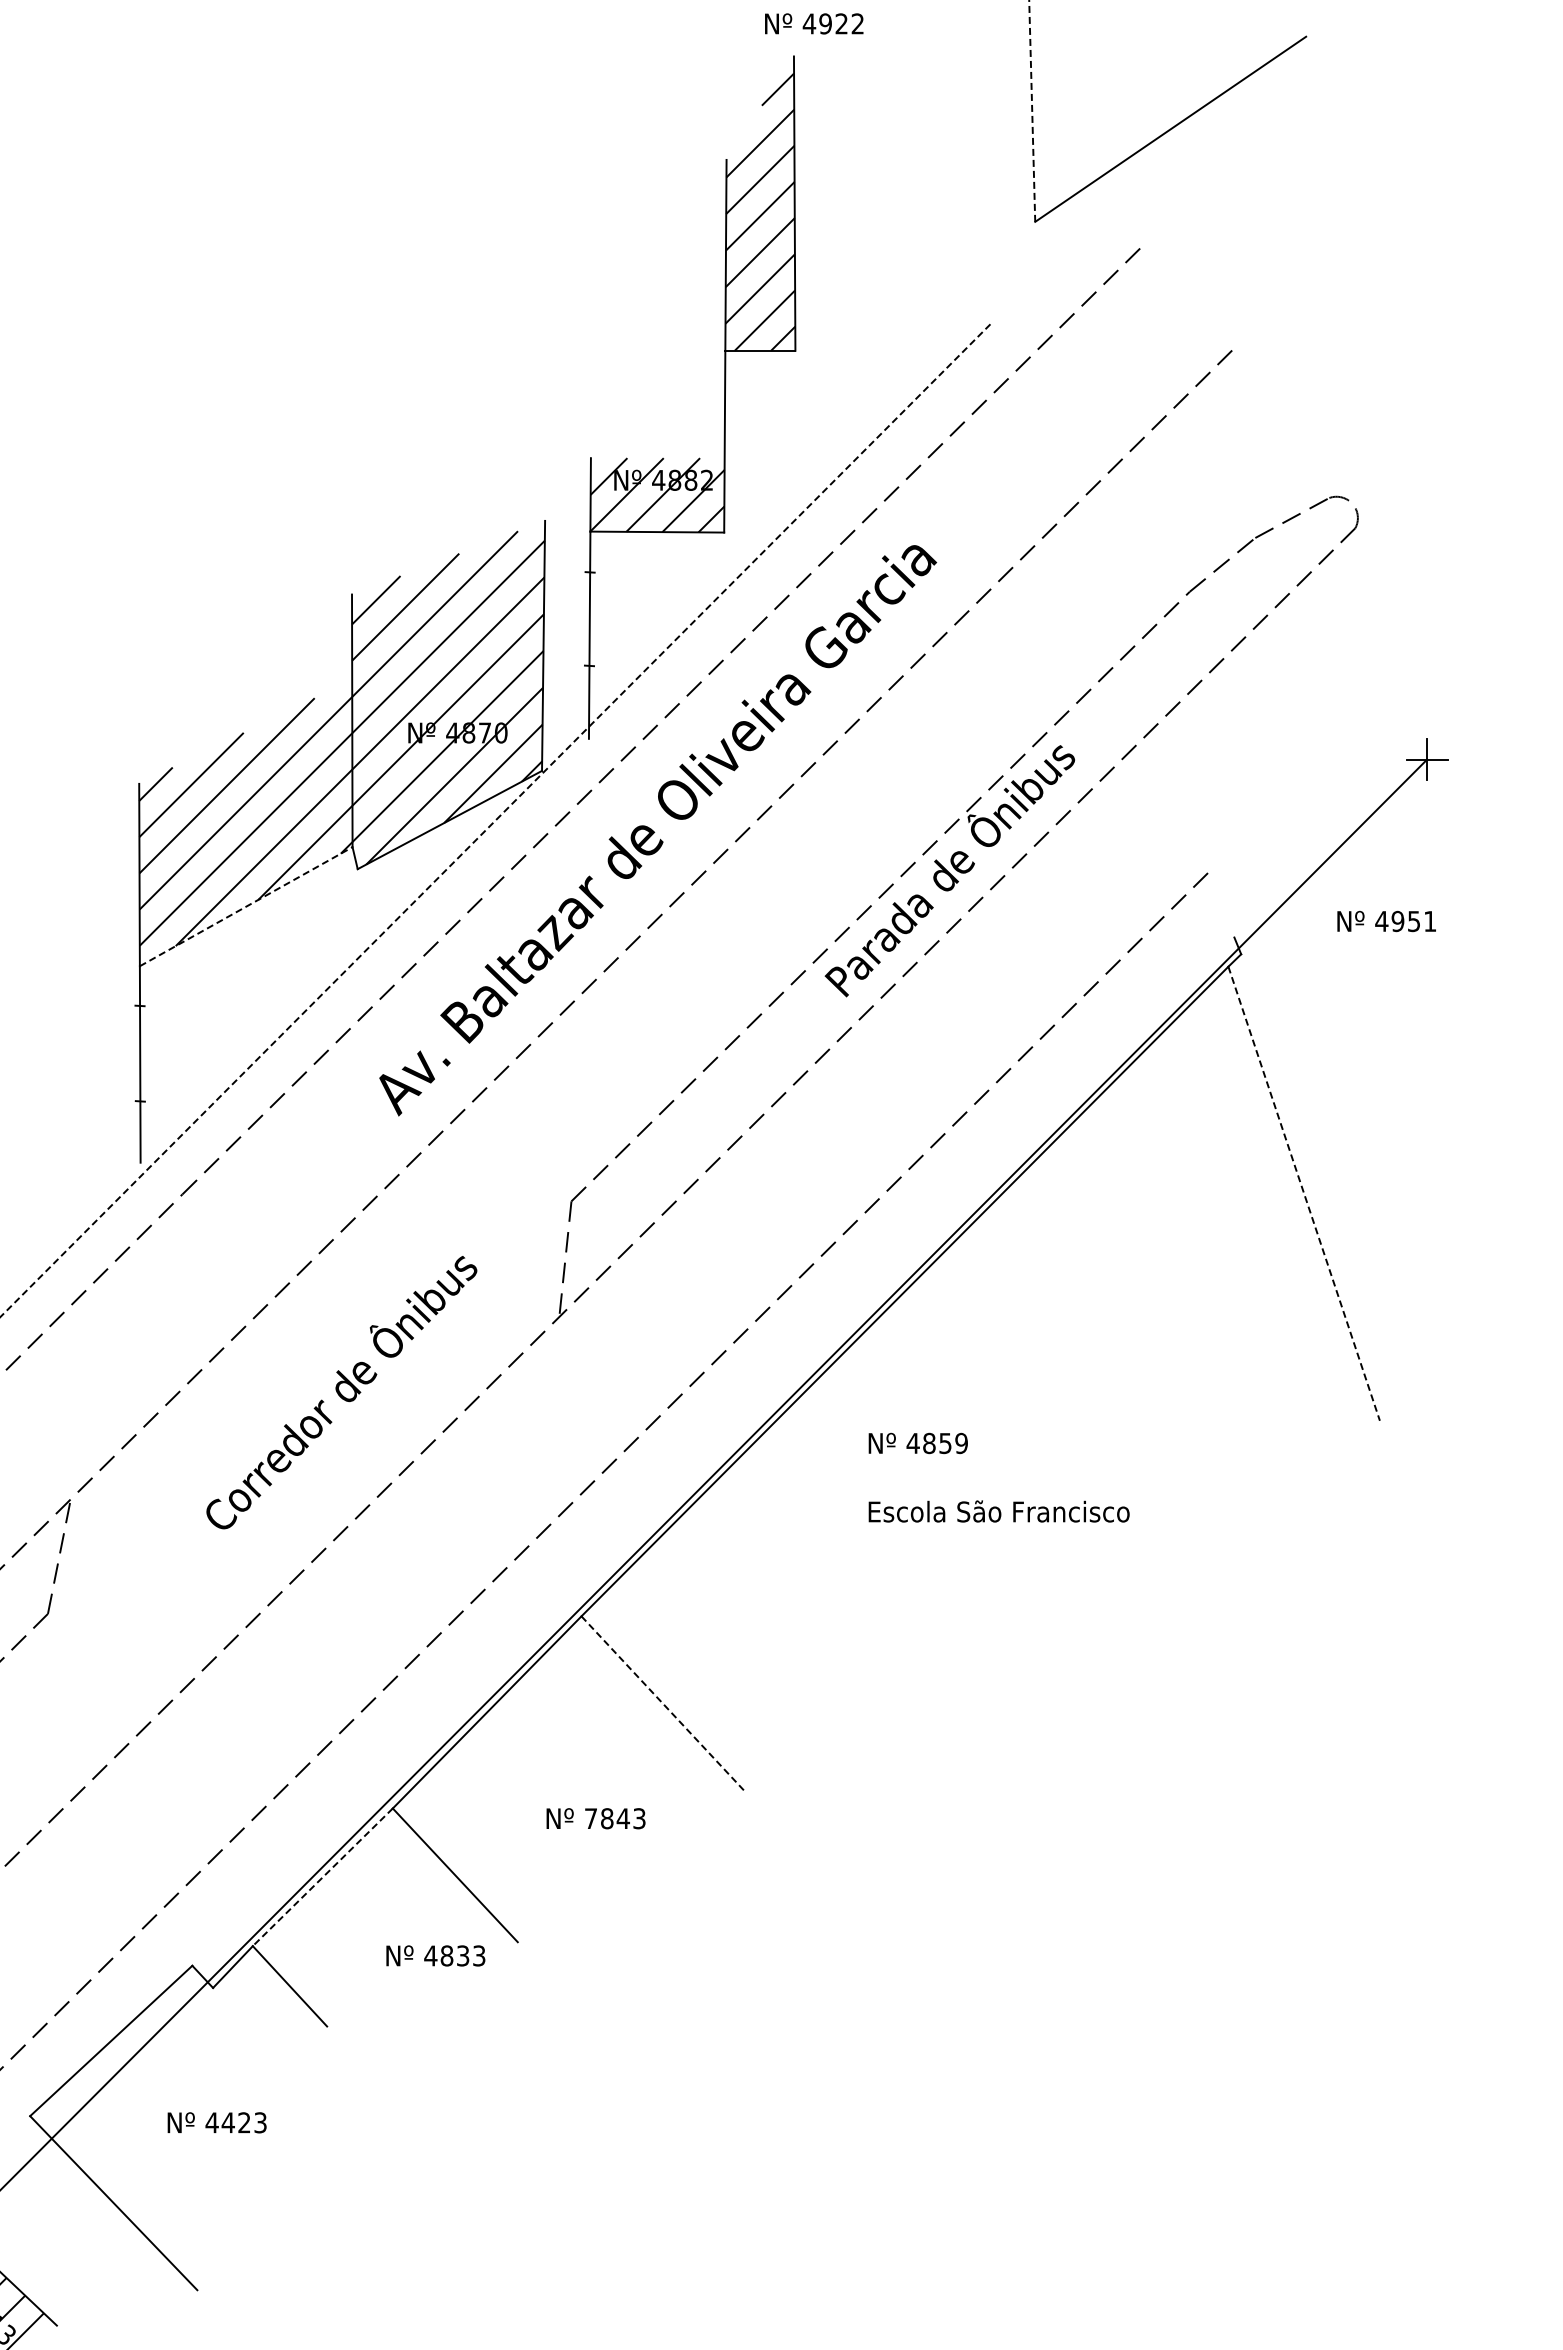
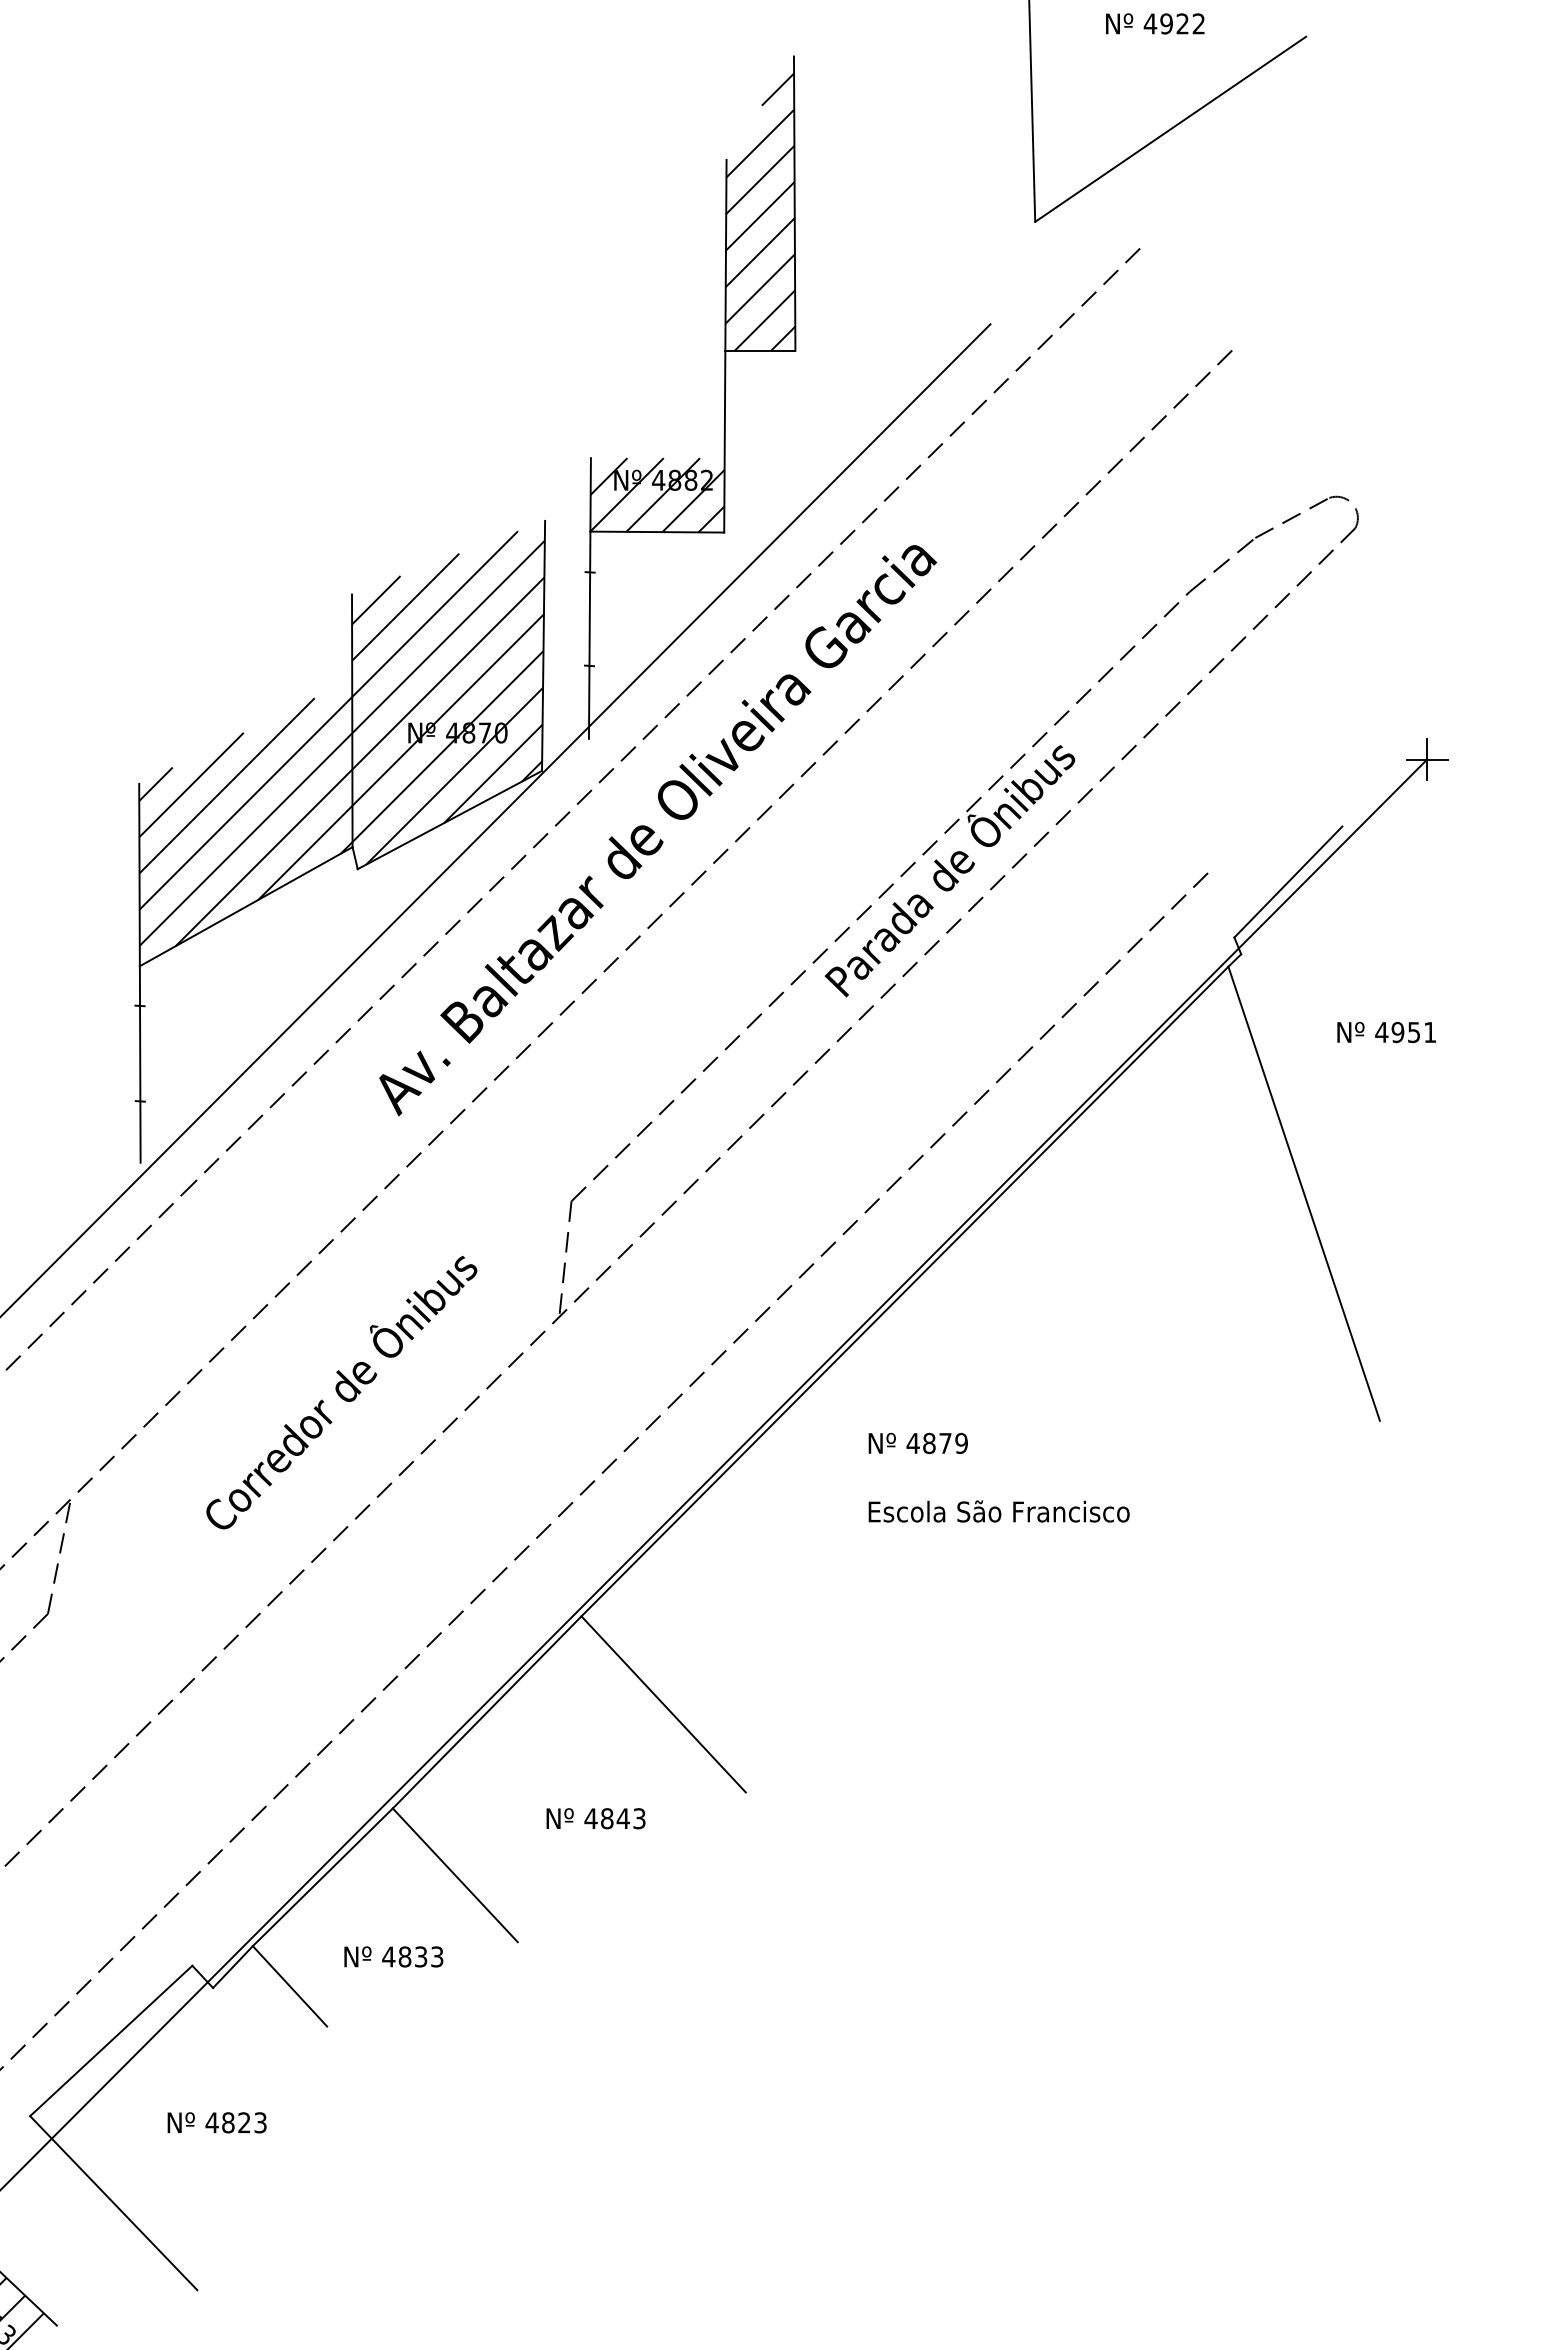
text at (814, 23) position: (814, 23) -> (1155, 23)
line at (1032, 111): dashed -> solid
line at (494, 821): dashed -> solid
line at (1288, 881): none -> present
line at (246, 906): dashed -> solid
text at (1386, 921) position: (1386, 921) -> (1386, 1032)
line at (1304, 1194): dashed -> solid
text at (945, 1443): 4859 -> 4879
line at (663, 1704): dashed -> solid
text at (590, 1818): 7843 -> 4843
line at (322, 1877): dashed -> solid
text at (435, 1955) position: (435, 1955) -> (393, 1956)
text at (227, 2122): 4423 -> 4823
